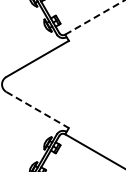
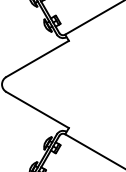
line at (95, 17): dashed -> solid
line at (38, 110): dashed -> solid
